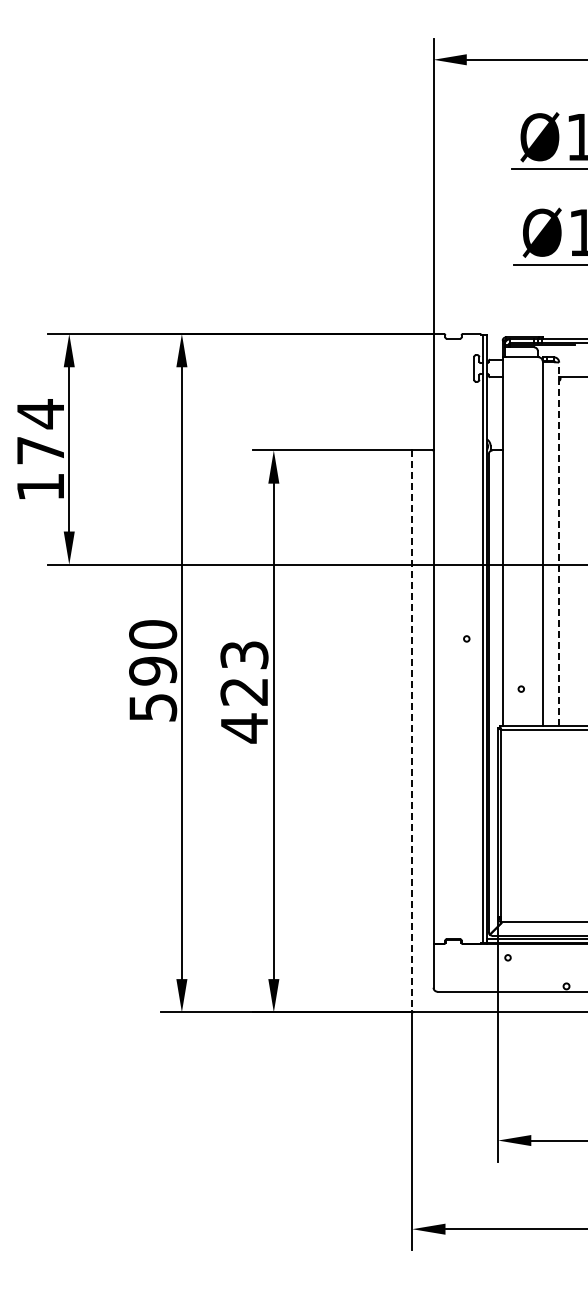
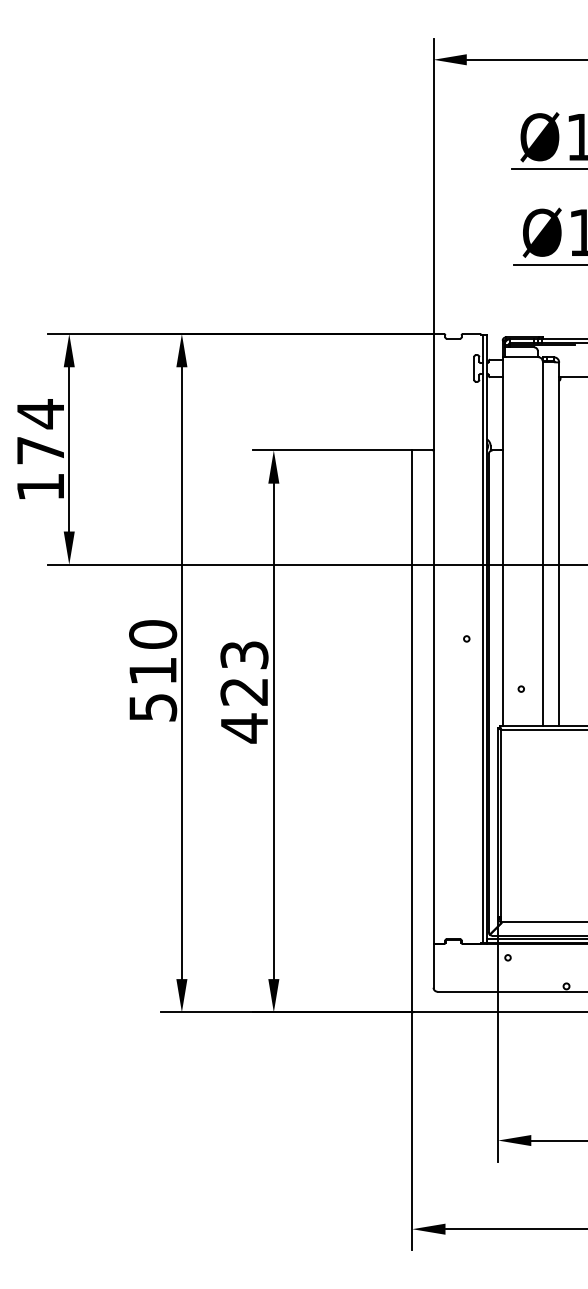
line at (559, 544): dashed -> solid
text at (153, 670): 590 -> 510
line at (412, 731): dashed -> solid
